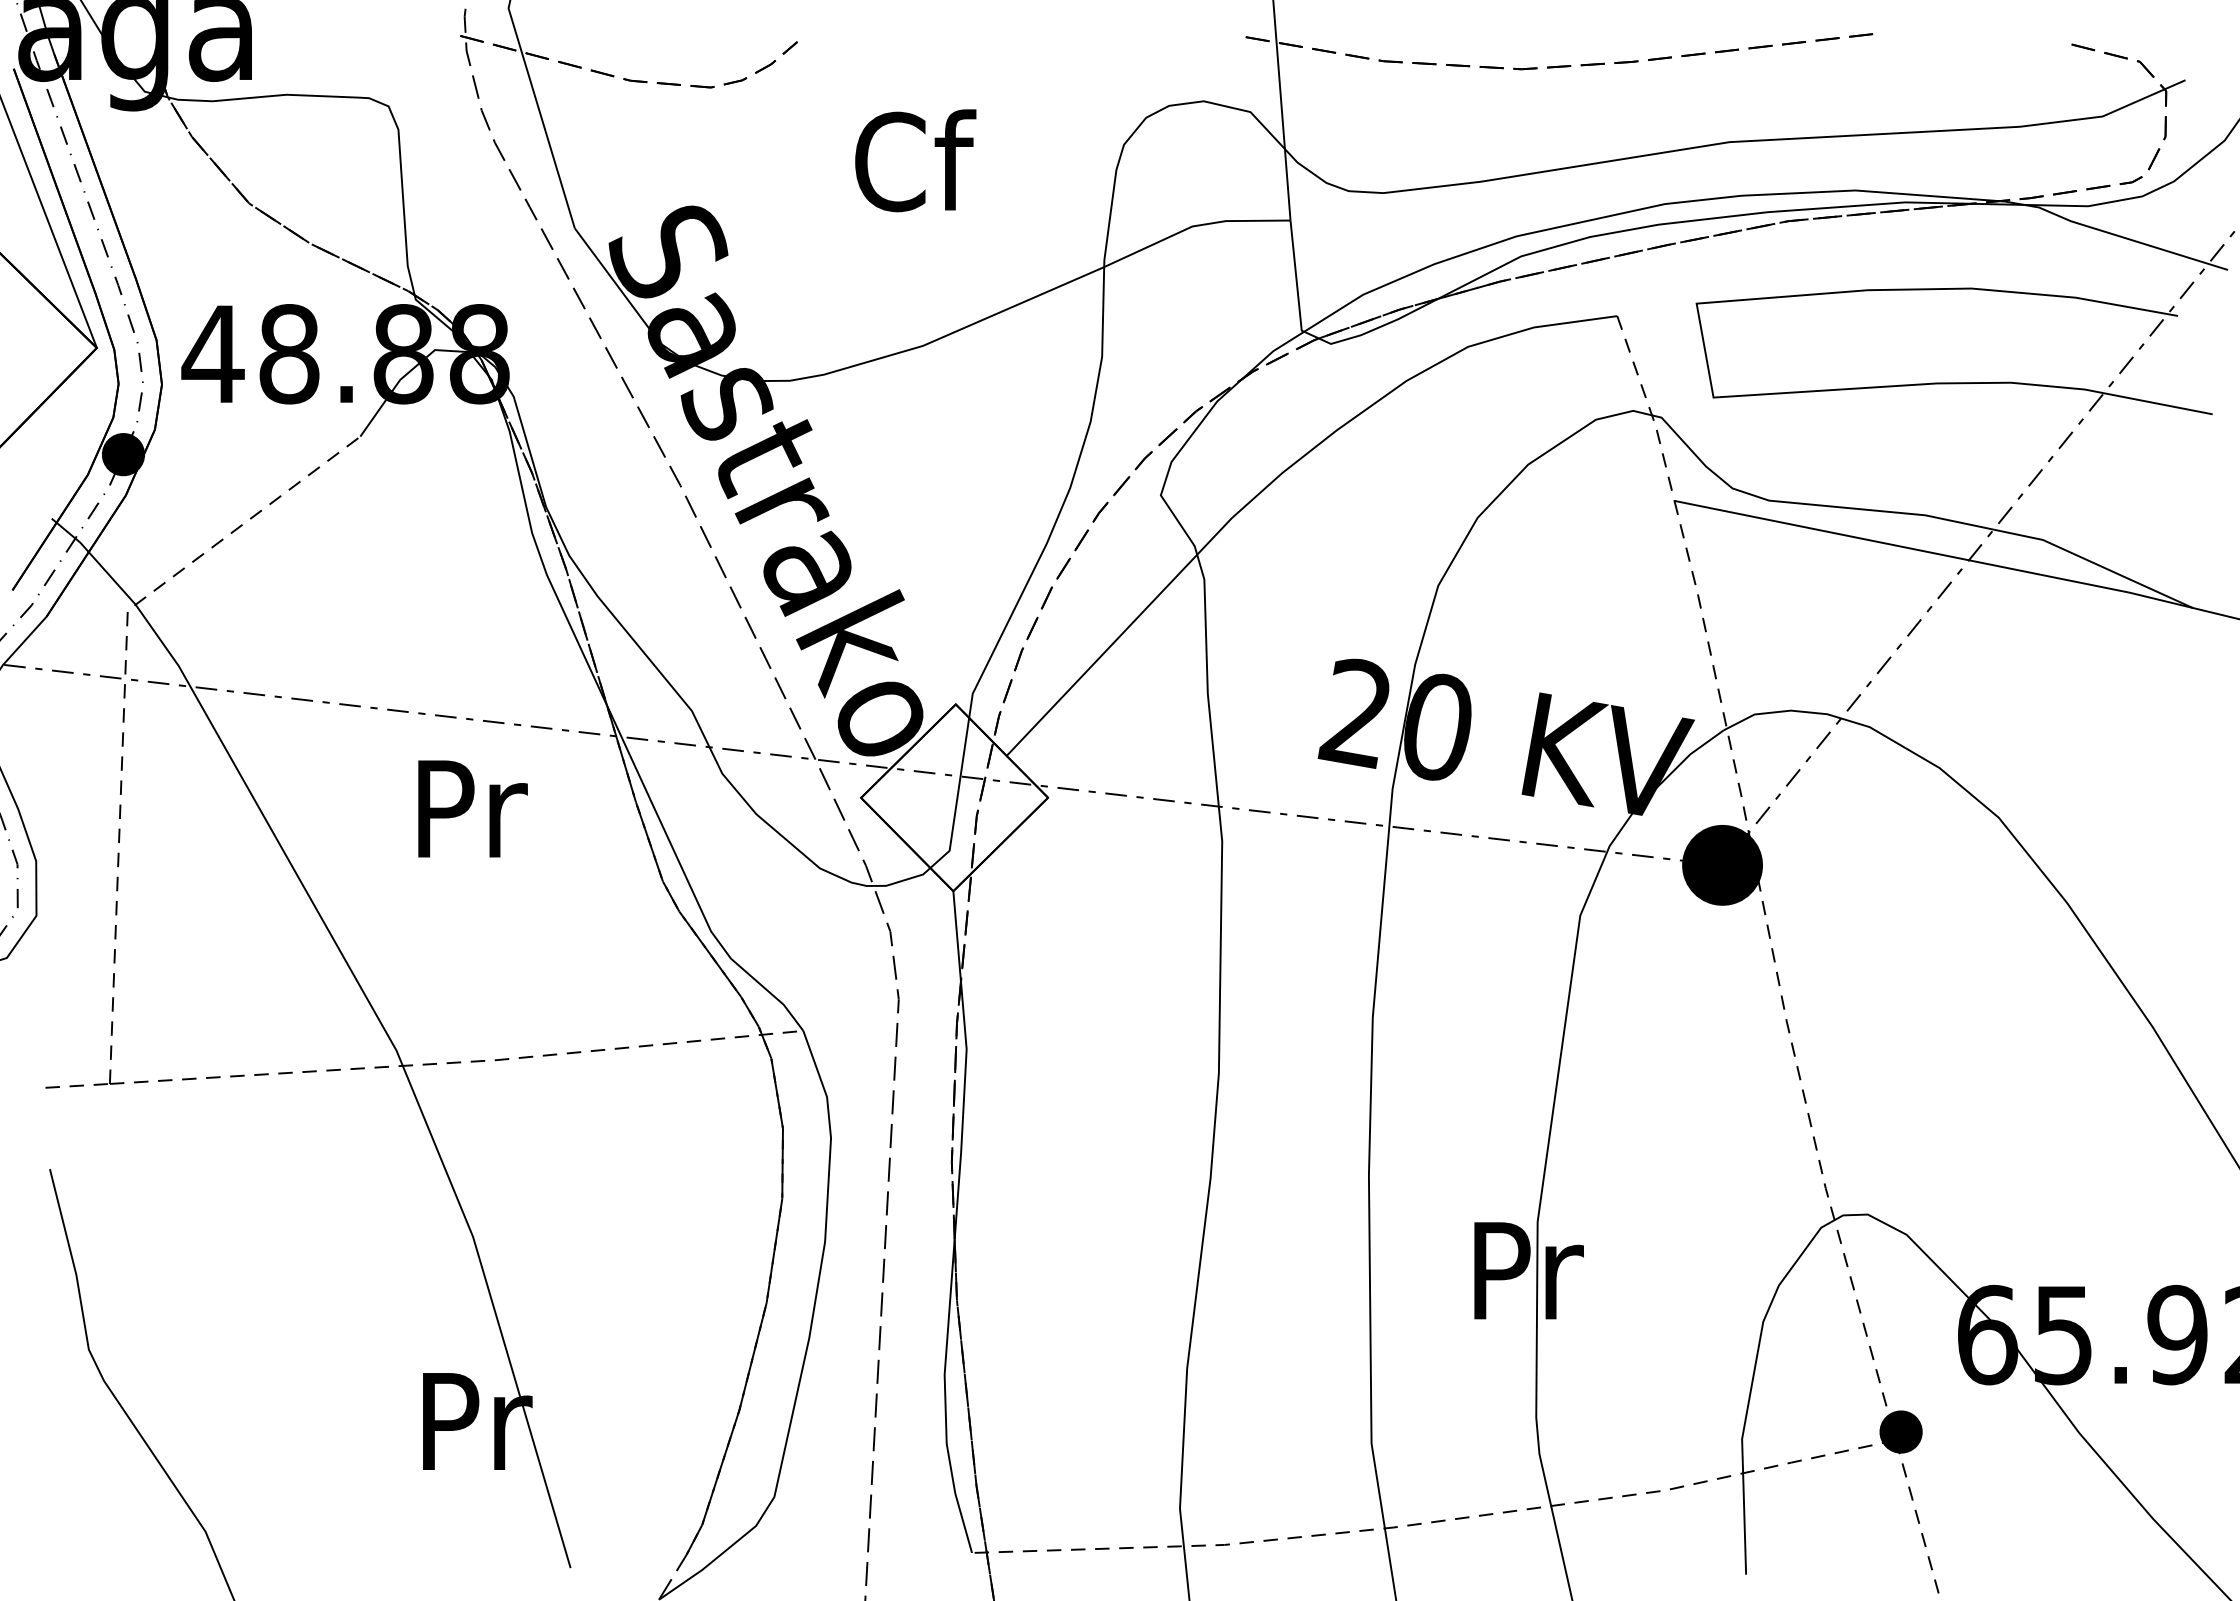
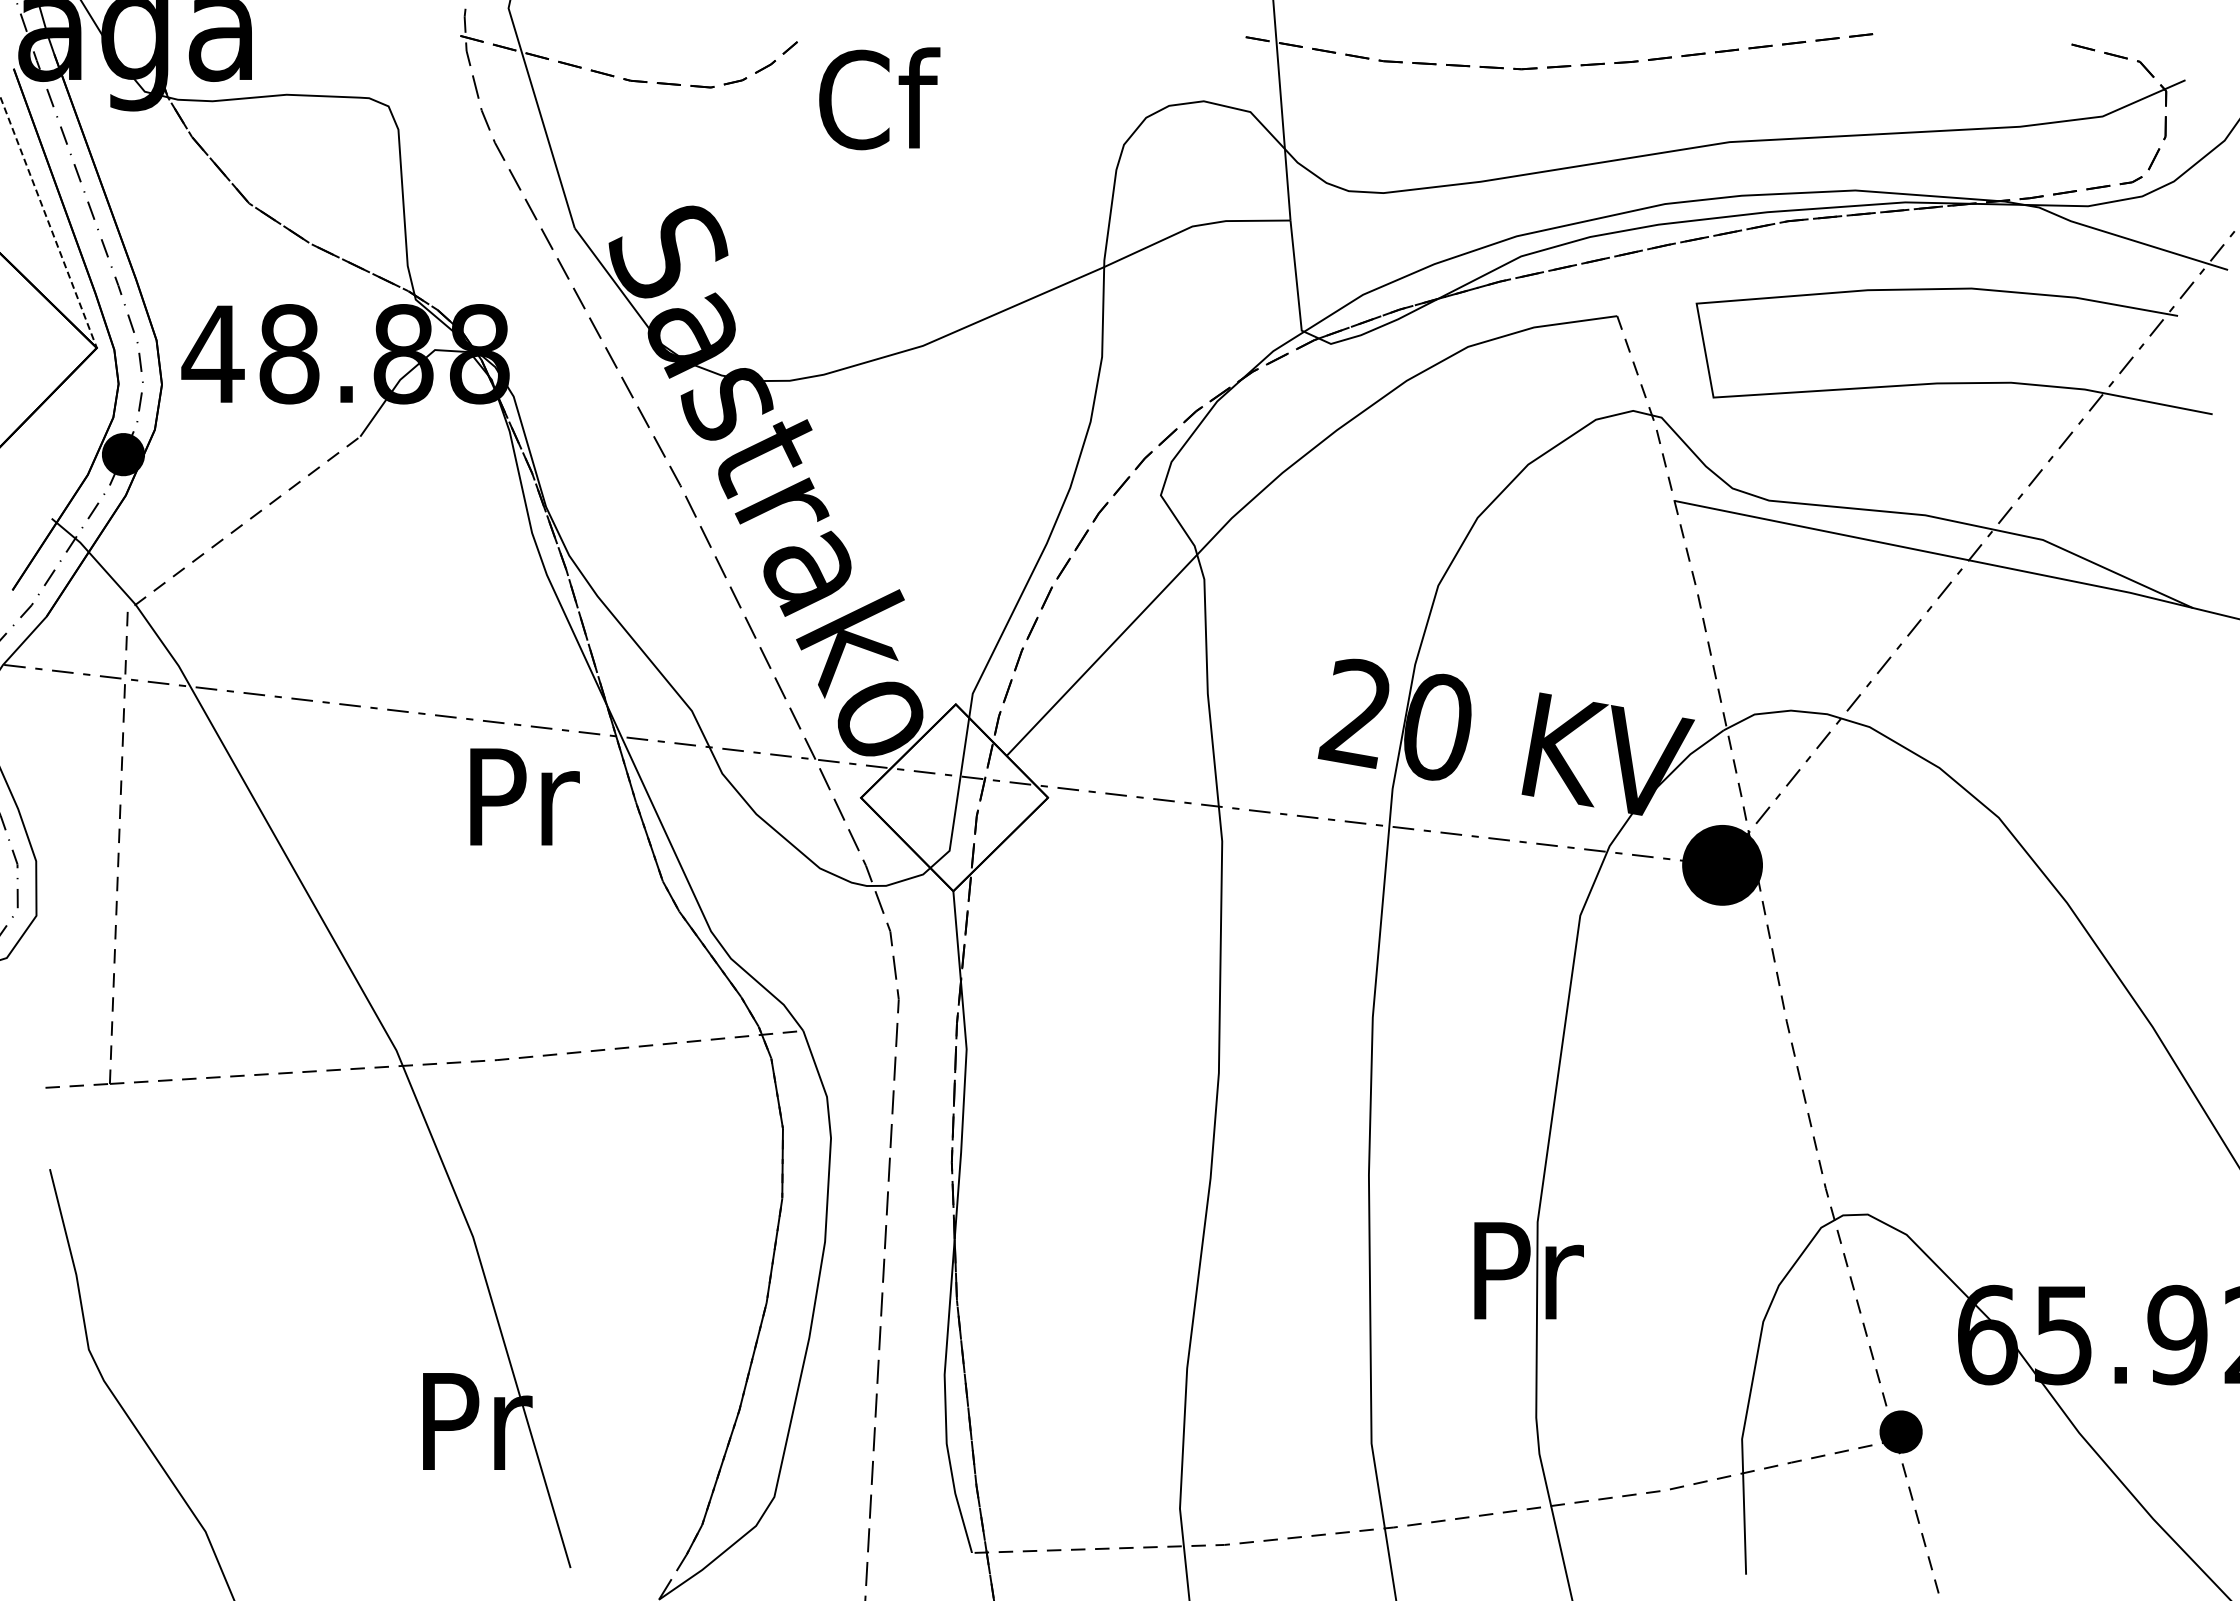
text at (915, 160) position: (915, 160) -> (879, 98)
line at (48, 222): solid -> dashed
text at (472, 808) position: (472, 808) -> (524, 796)
